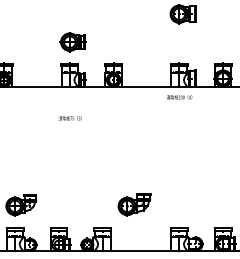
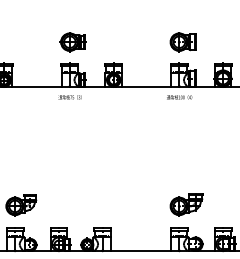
part at (182, 14) position: (182, 14) -> (182, 42)
text at (69, 118) position: (69, 118) -> (69, 97)
part at (134, 204) position: (134, 204) -> (186, 204)
